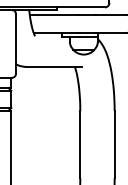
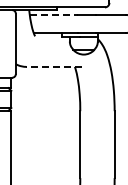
line at (54, 15): solid -> dashed
line at (53, 66): solid -> dashed
